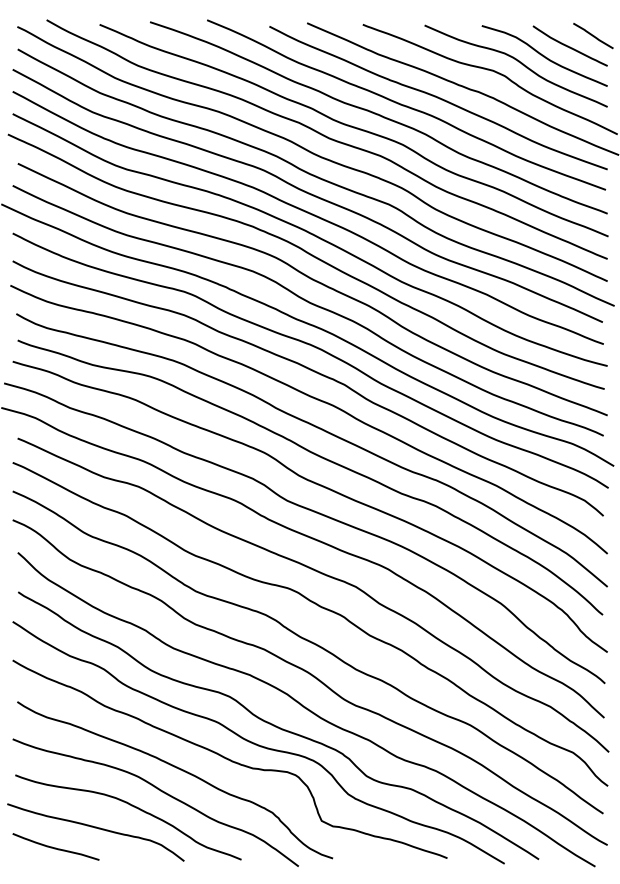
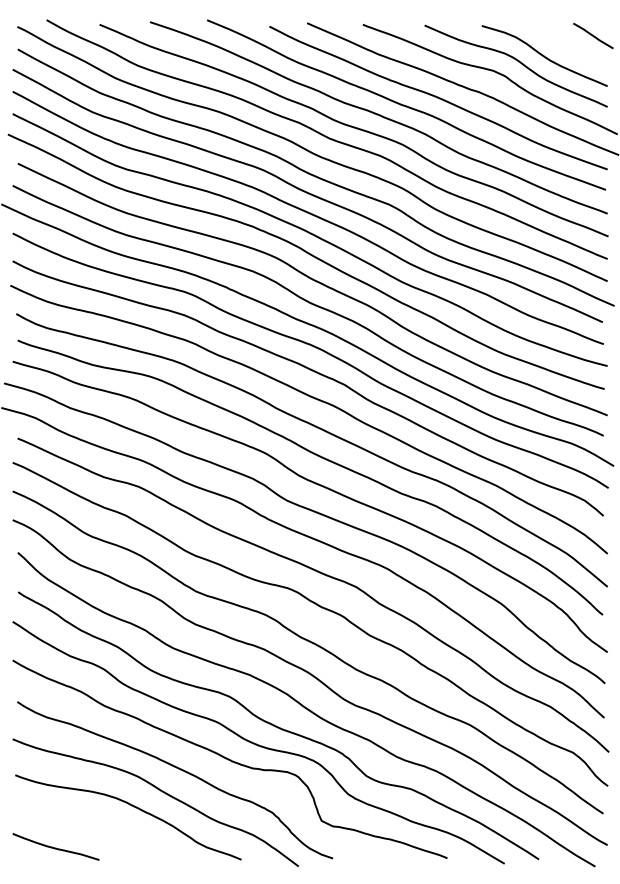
curve at (568, 45): present -> none
curve at (95, 828): present -> none
